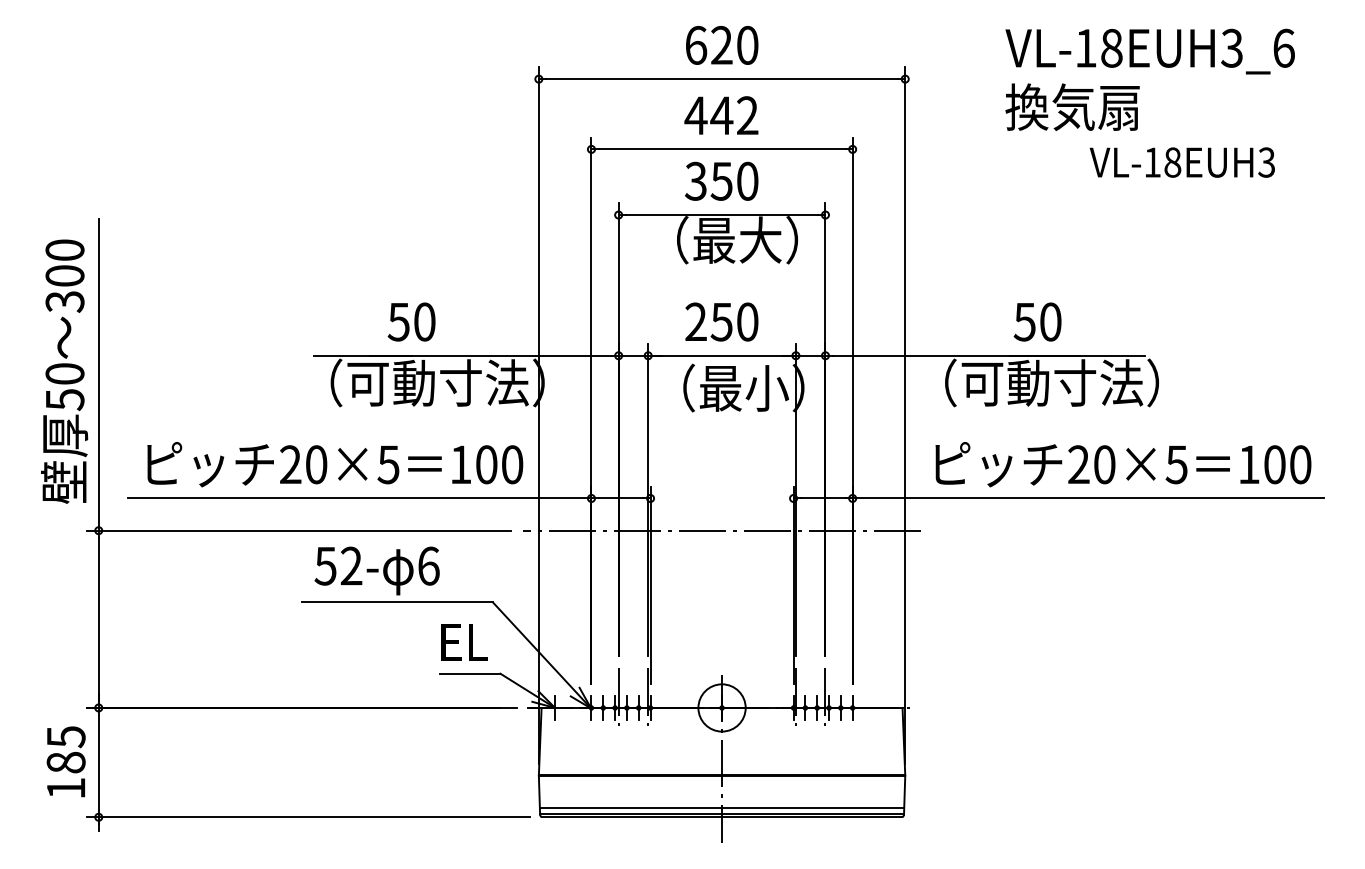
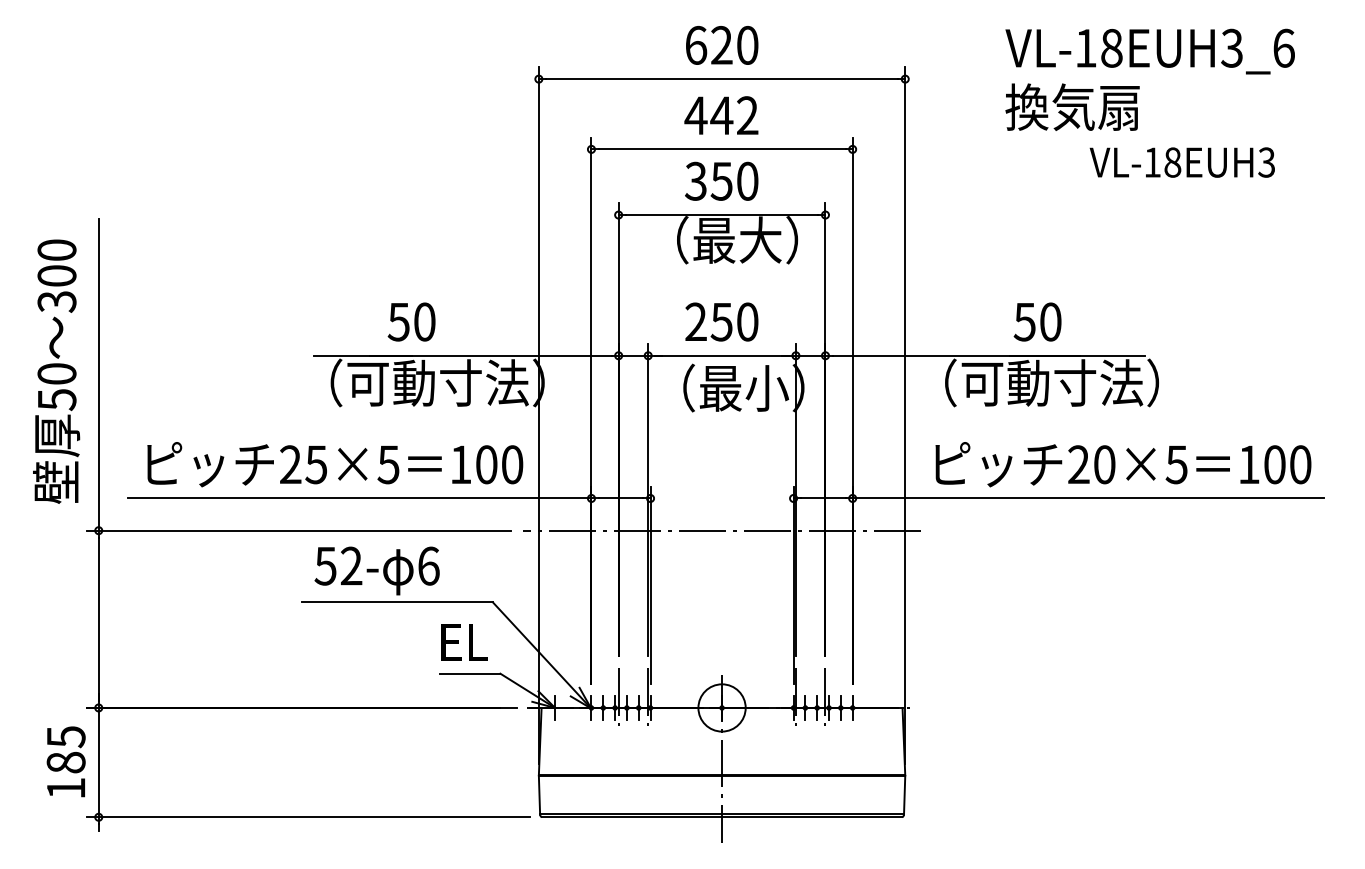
text at (64, 371) position: (64, 371) -> (56, 371)
text at (316, 464): 20×5 -> 25×5
line at (721, 807): present -> none
